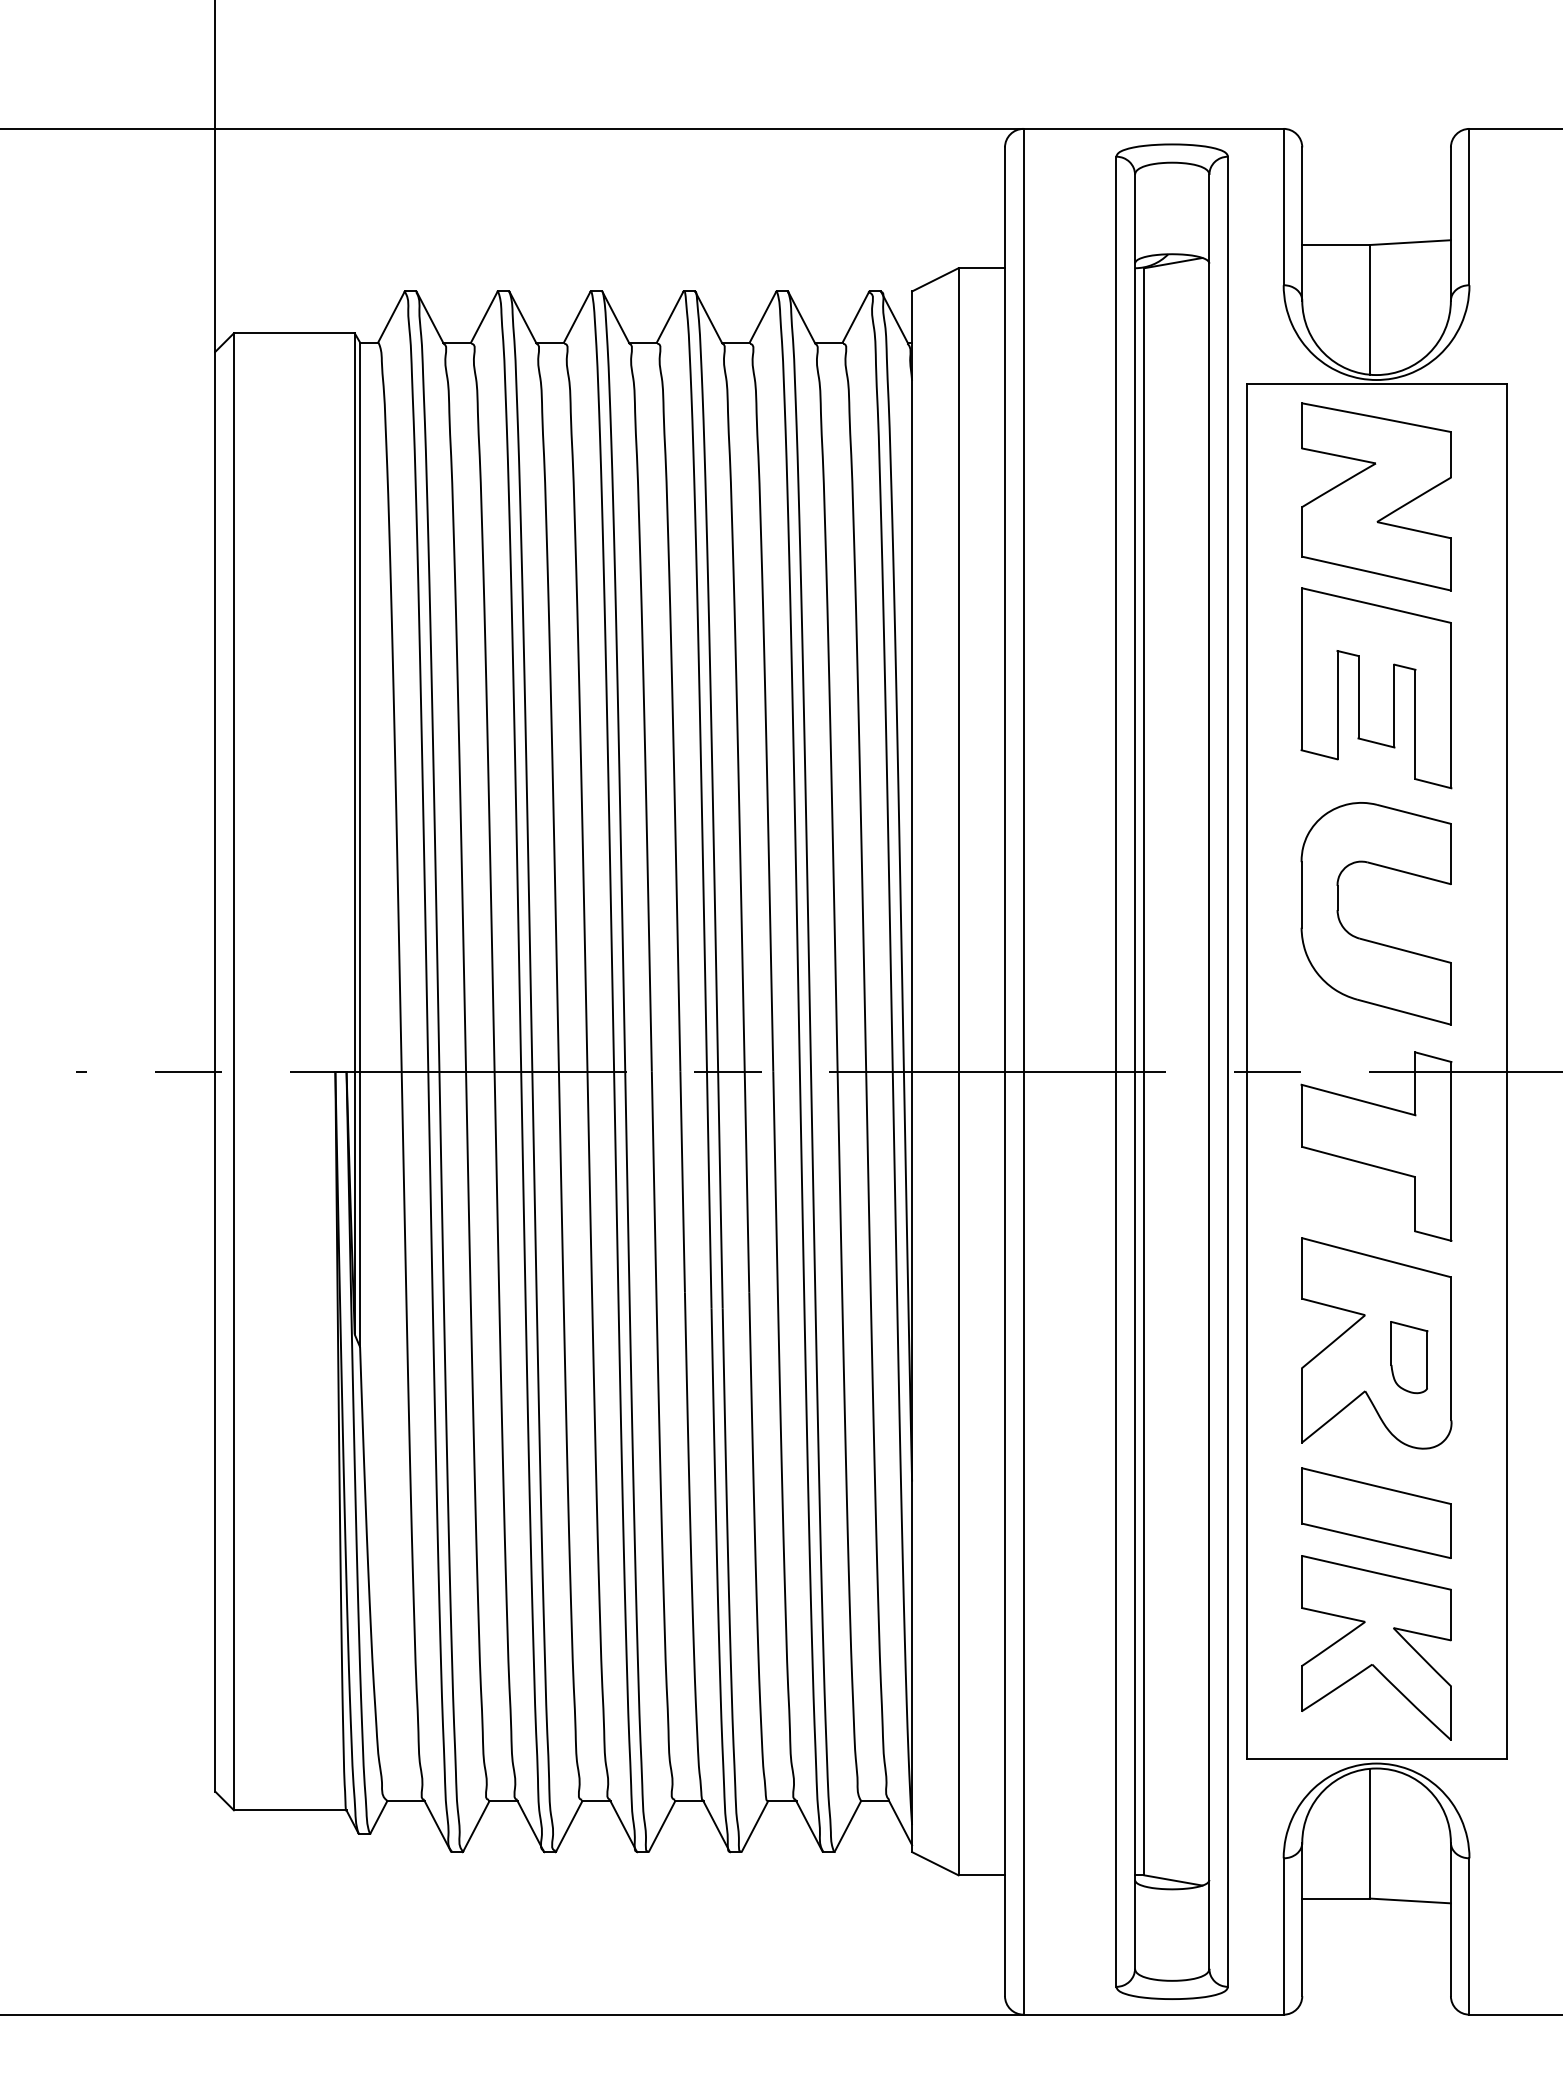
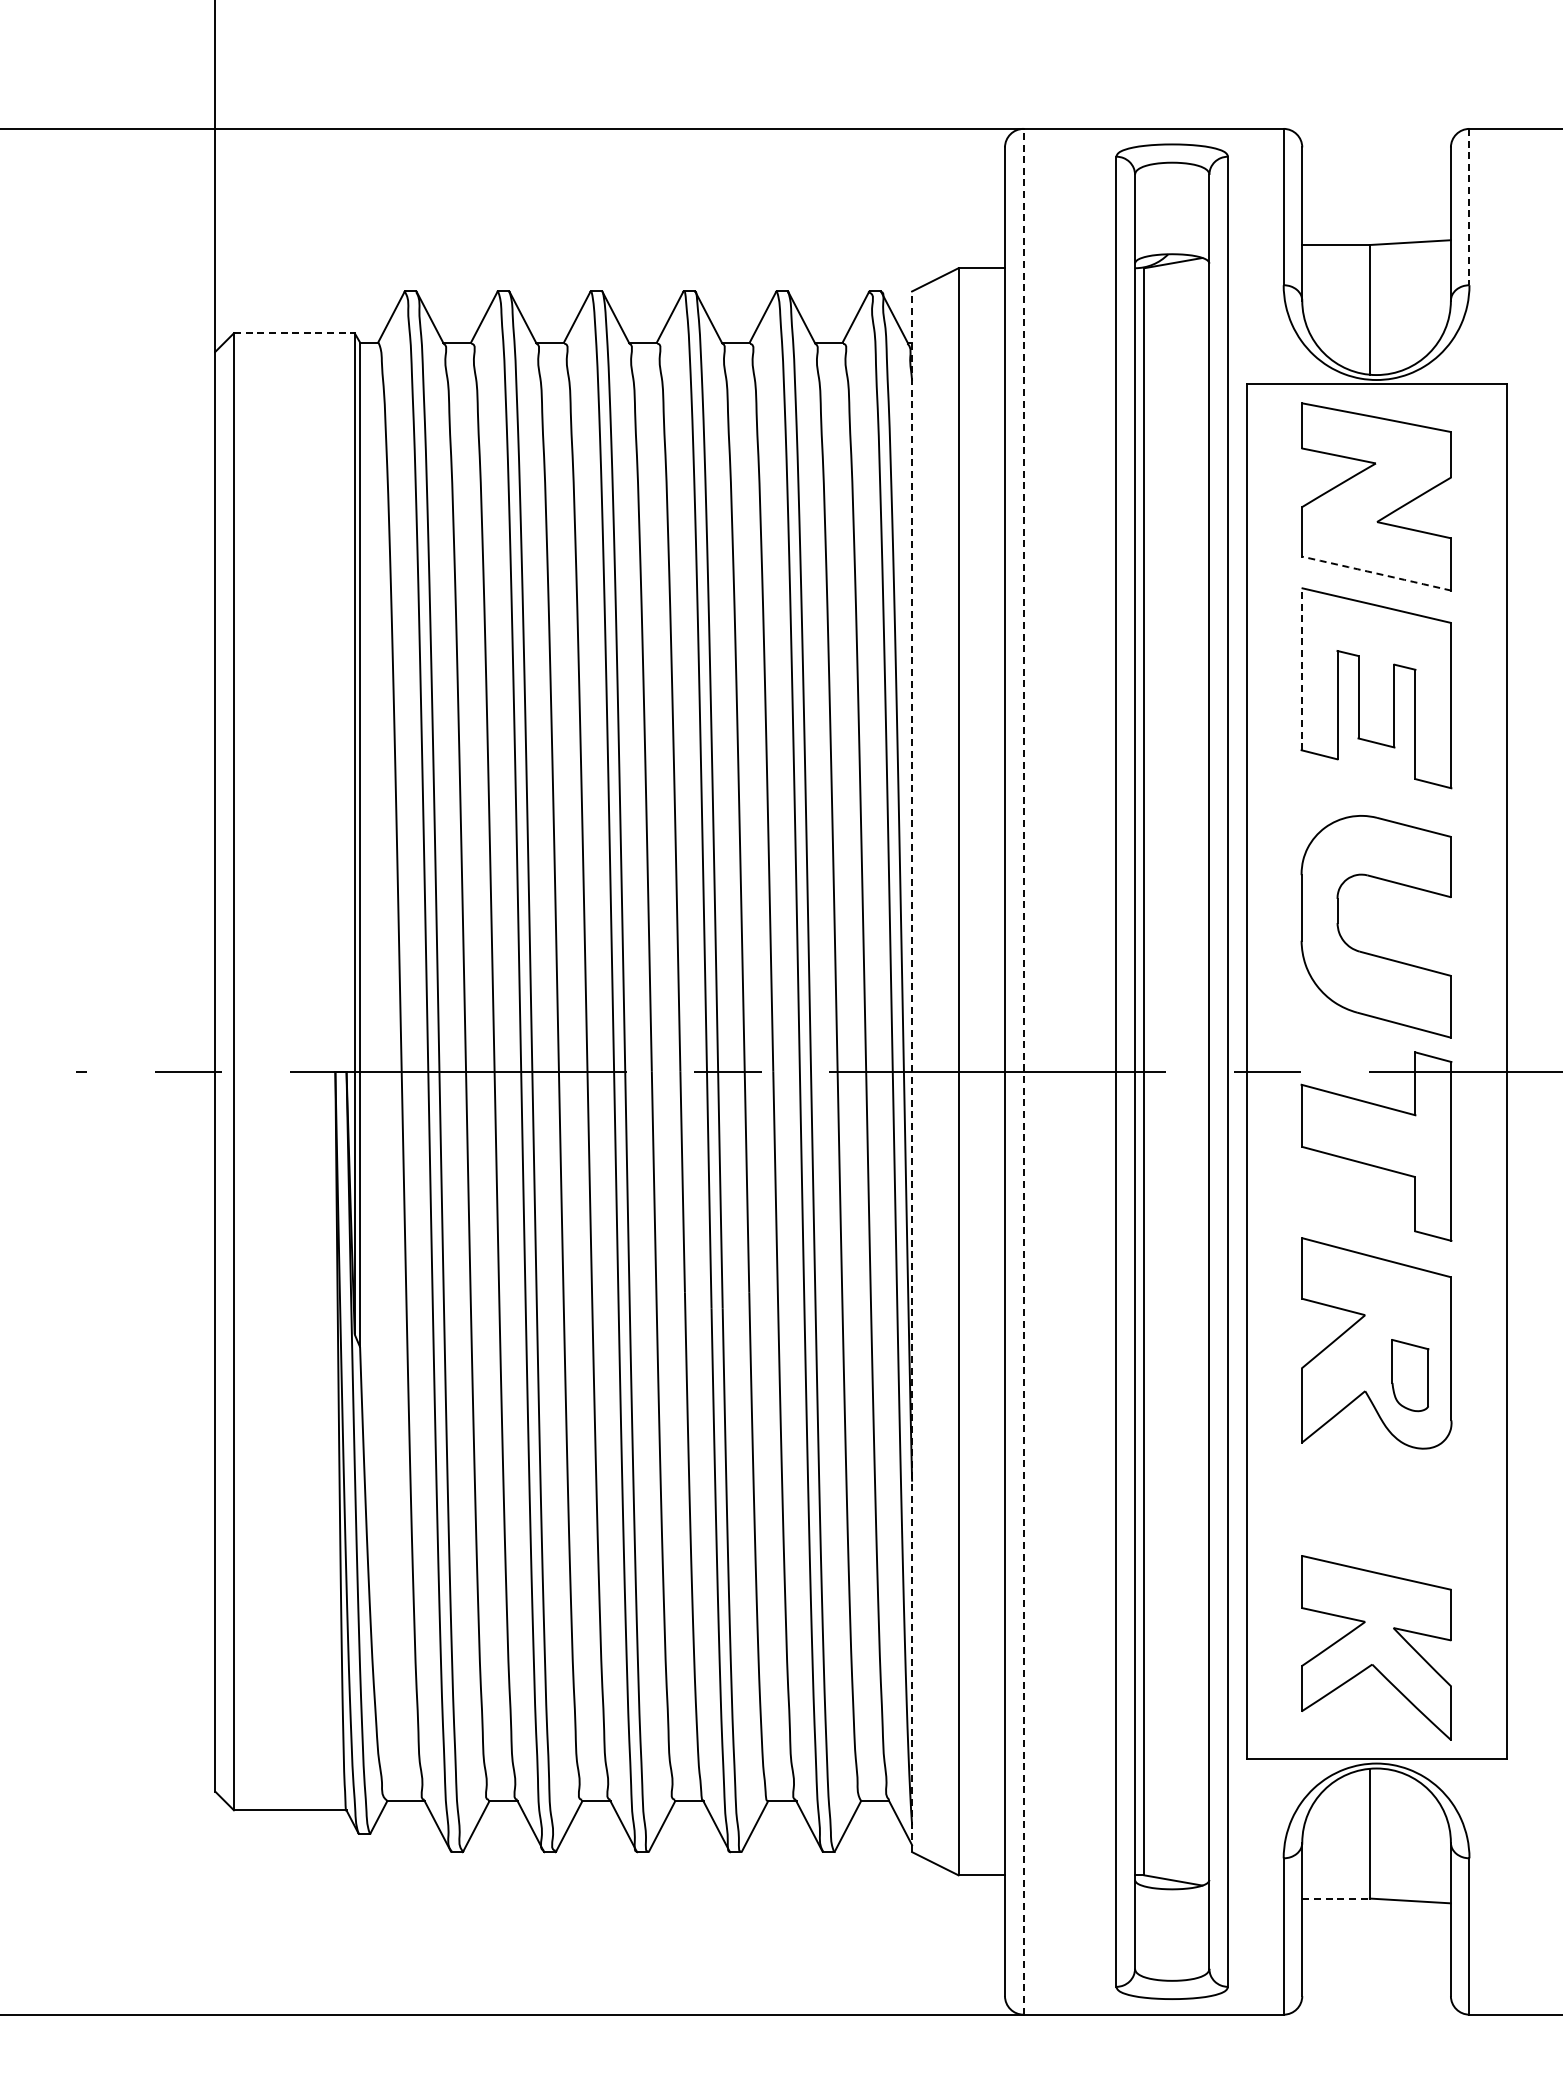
line at (1469, 207): solid -> dashed
line at (294, 333): solid -> dashed
arc at (1376, 573): solid -> dashed
line at (1301, 668): solid -> dashed
part at (1367, 939) position: (1367, 939) -> (1367, 952)
line at (912, 1071): solid -> dashed
line at (1023, 1071): solid -> dashed
part at (1409, 1357) position: (1409, 1357) -> (1410, 1375)
part at (1376, 1512): present -> none
line at (1336, 1898): solid -> dashed
